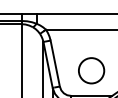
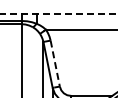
line at (58, 14): solid -> dashed
line at (55, 64): solid -> dashed
circle at (91, 70): present -> none
